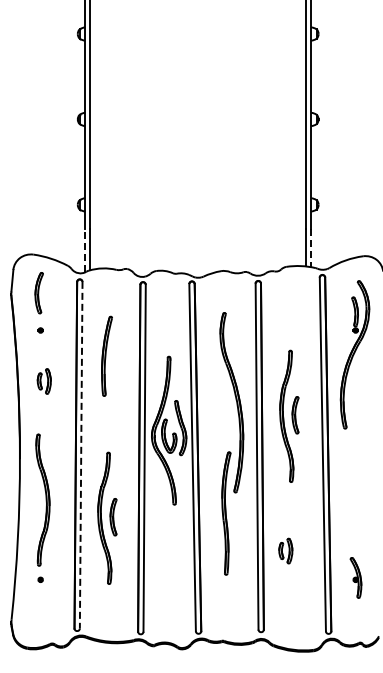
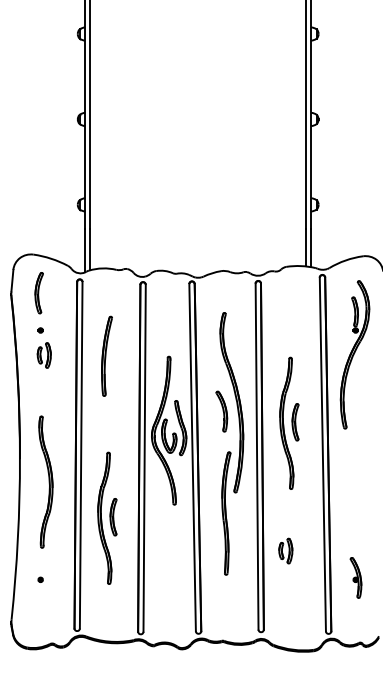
line at (311, 248): dashed -> solid
line at (85, 250): dashed -> solid
part at (43, 381) position: (43, 381) -> (43, 355)
part at (221, 411): none -> present
part at (289, 415) position: (289, 415) -> (289, 422)
line at (81, 455): dashed -> solid
part at (42, 499) position: (42, 499) -> (45, 481)
